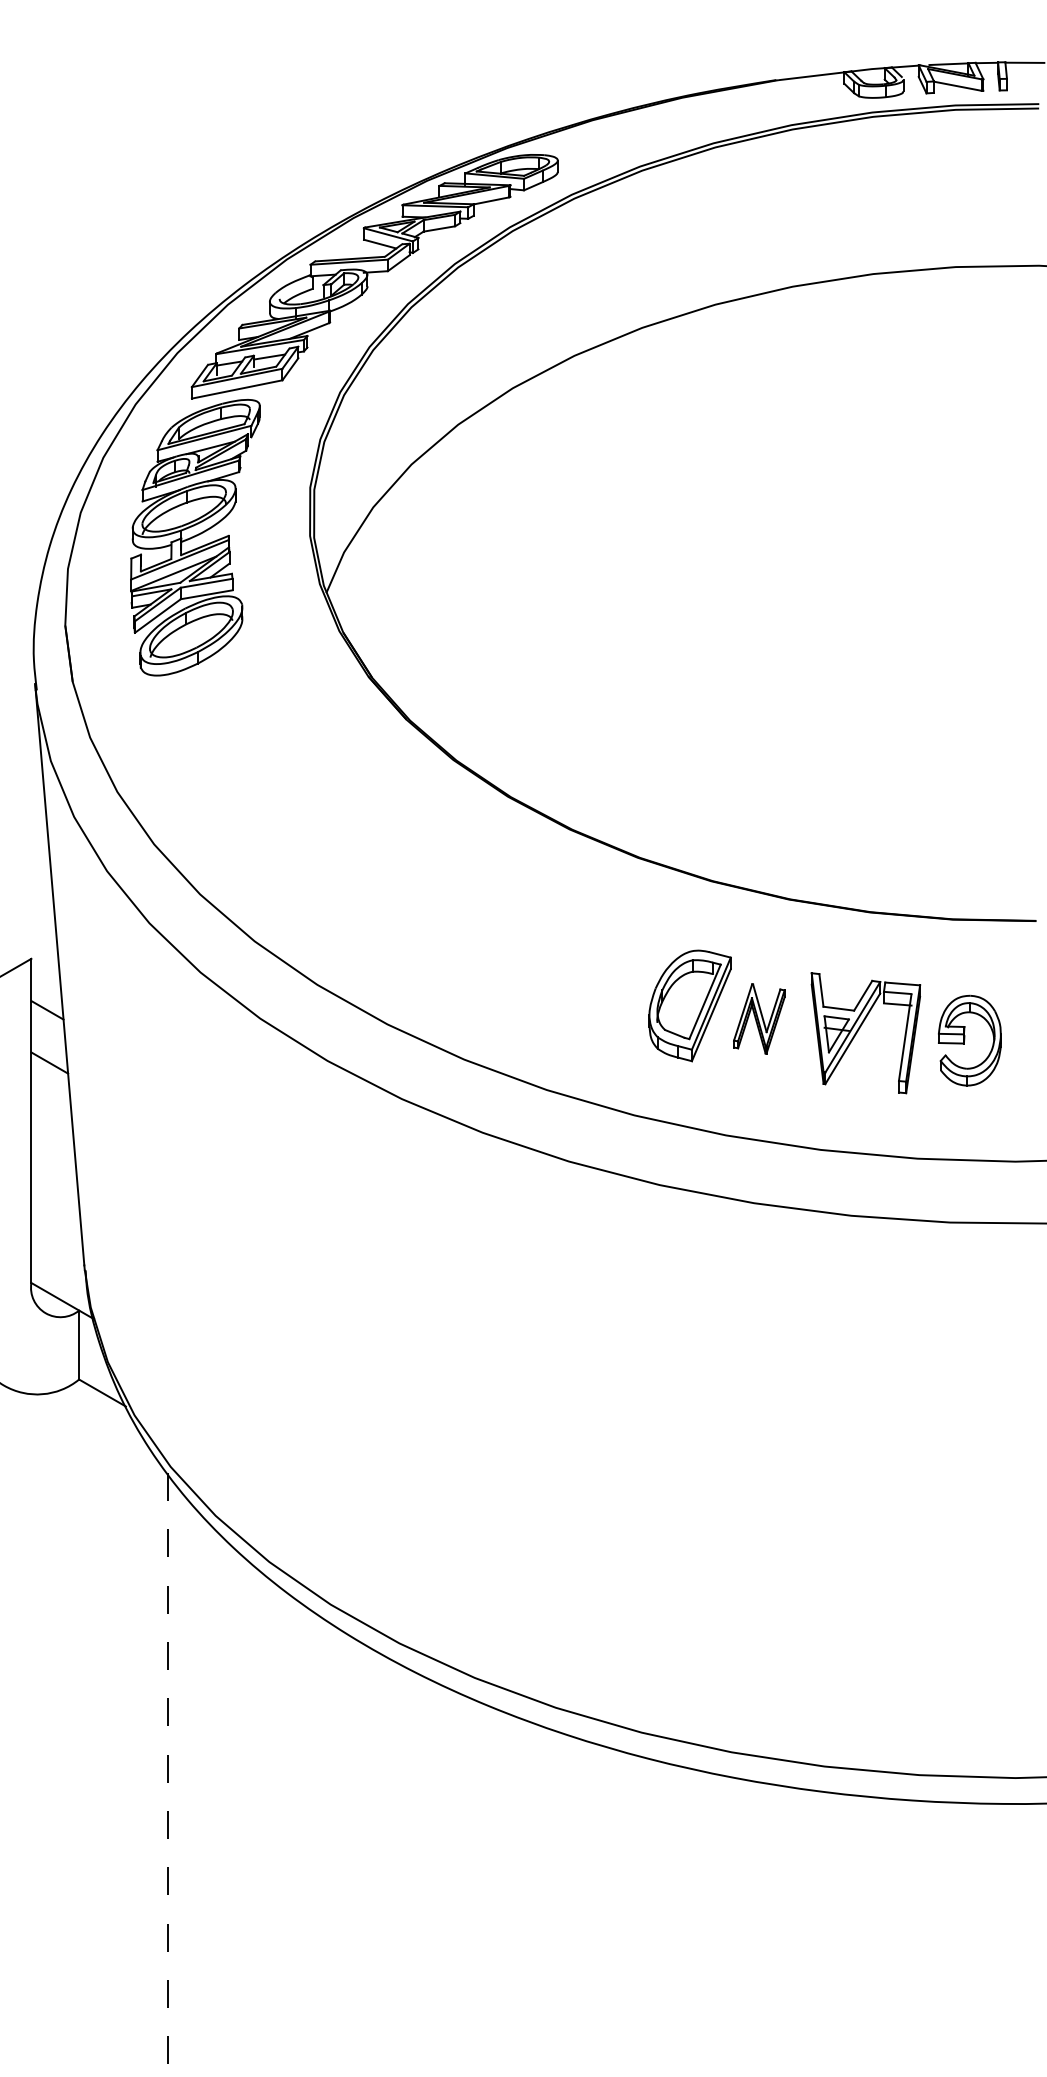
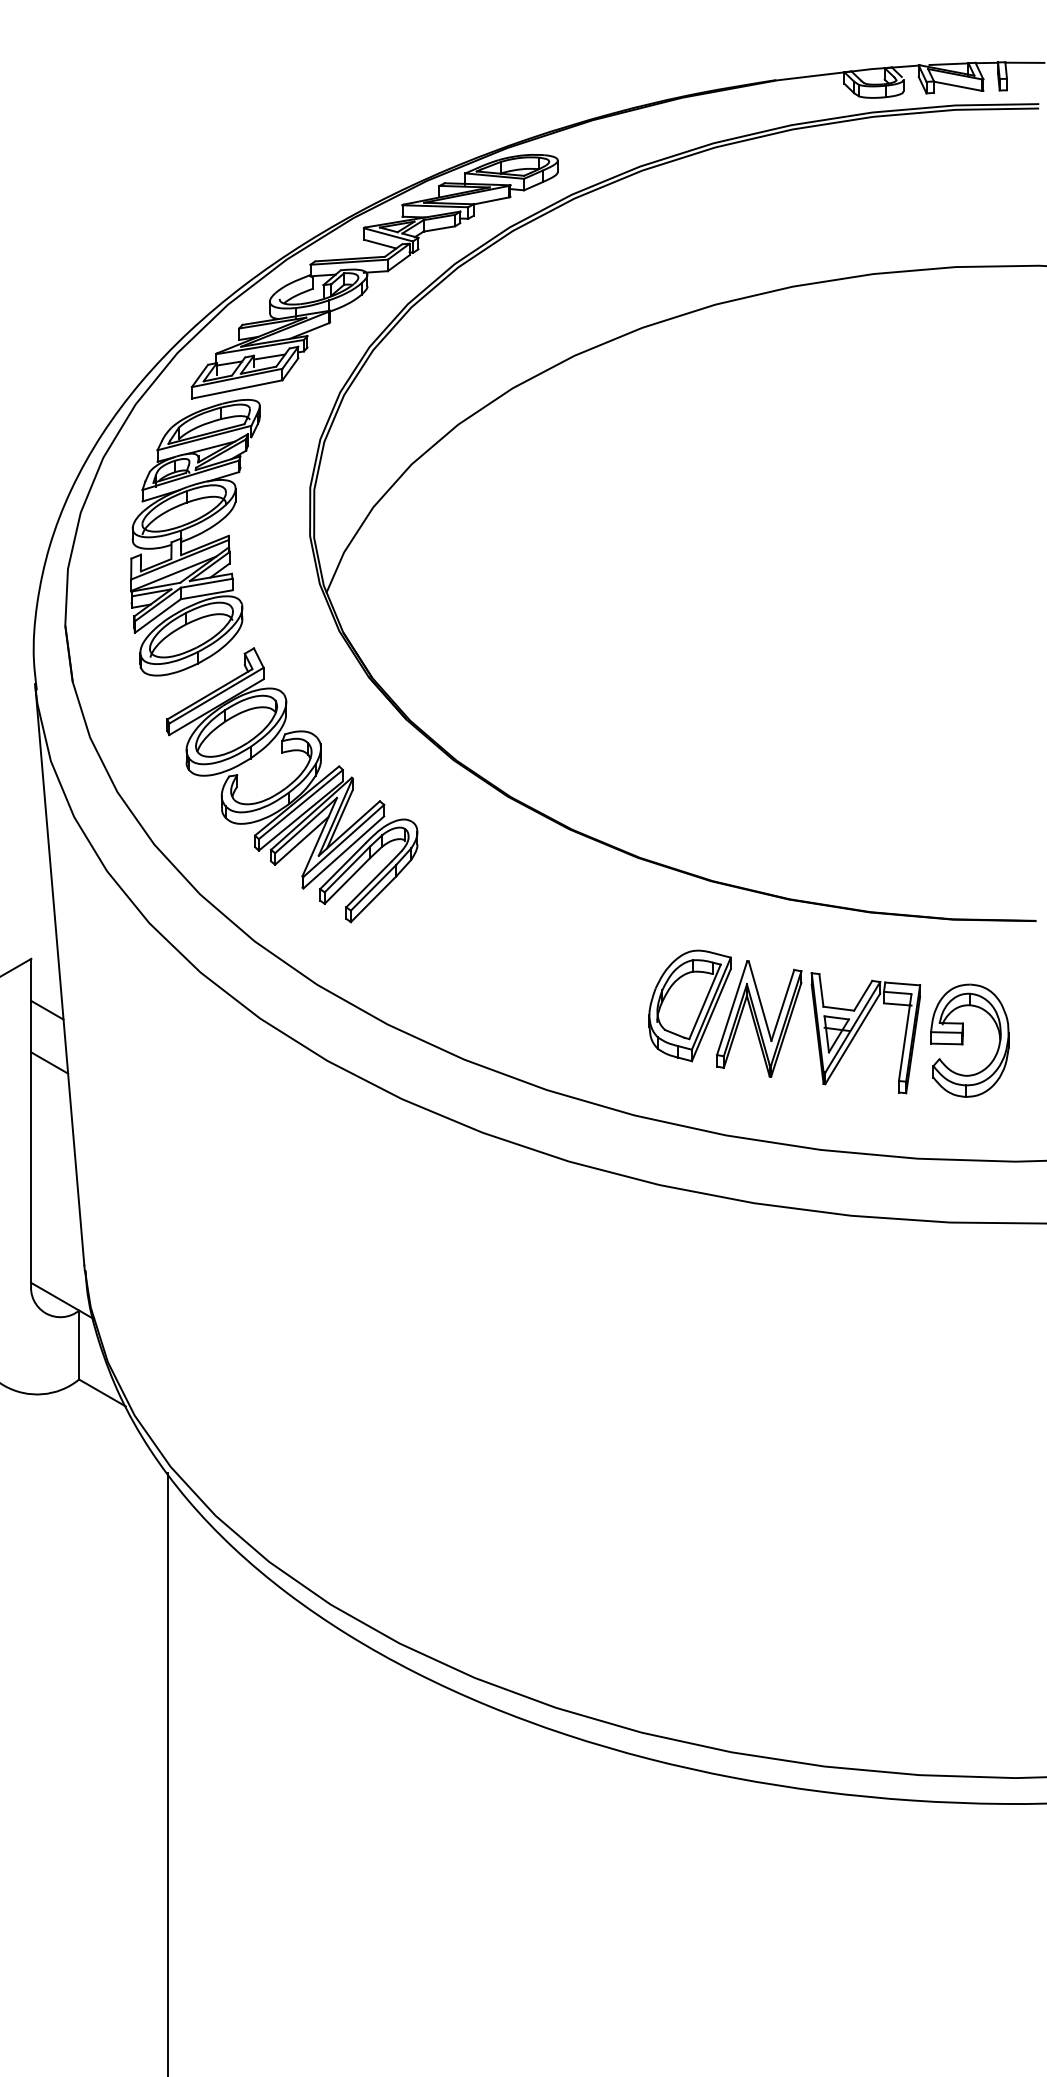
part at (292, 785): none -> present
part at (759, 1018) size: 53x72 px -> 87x118 px
part at (969, 1040) size: 64x93 px -> 80x115 px
line at (167, 1774): dashed -> solid
